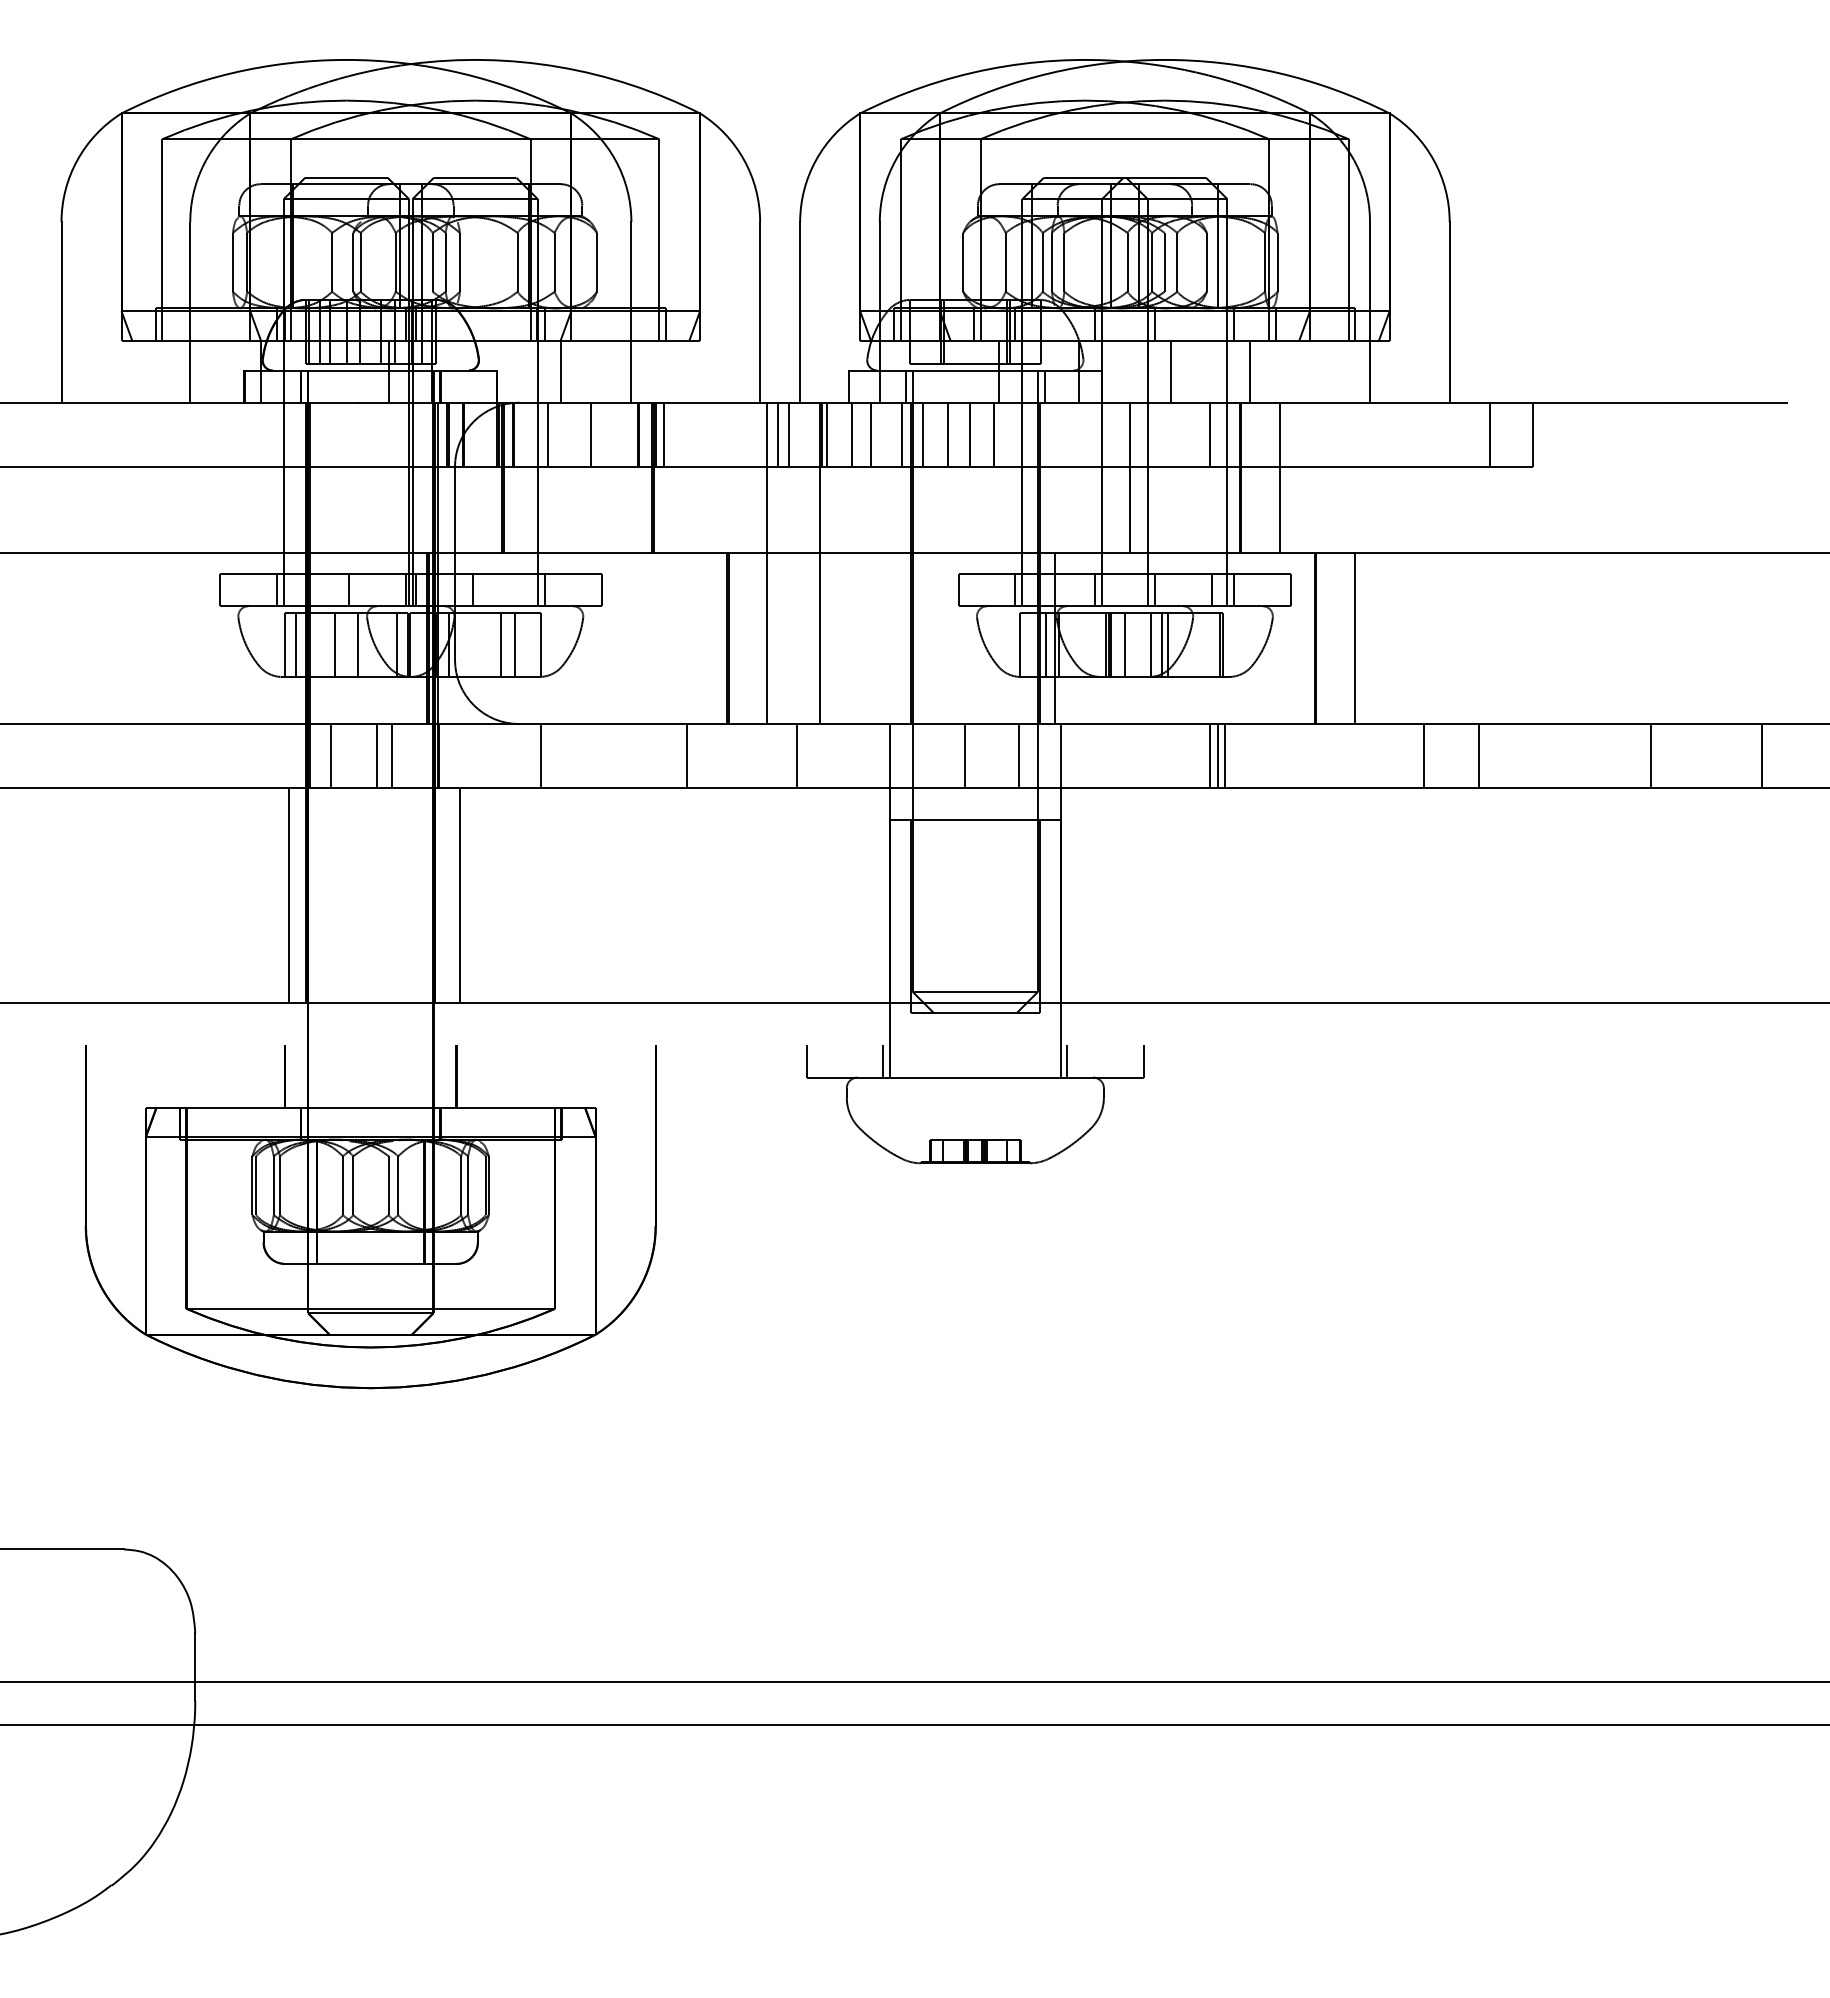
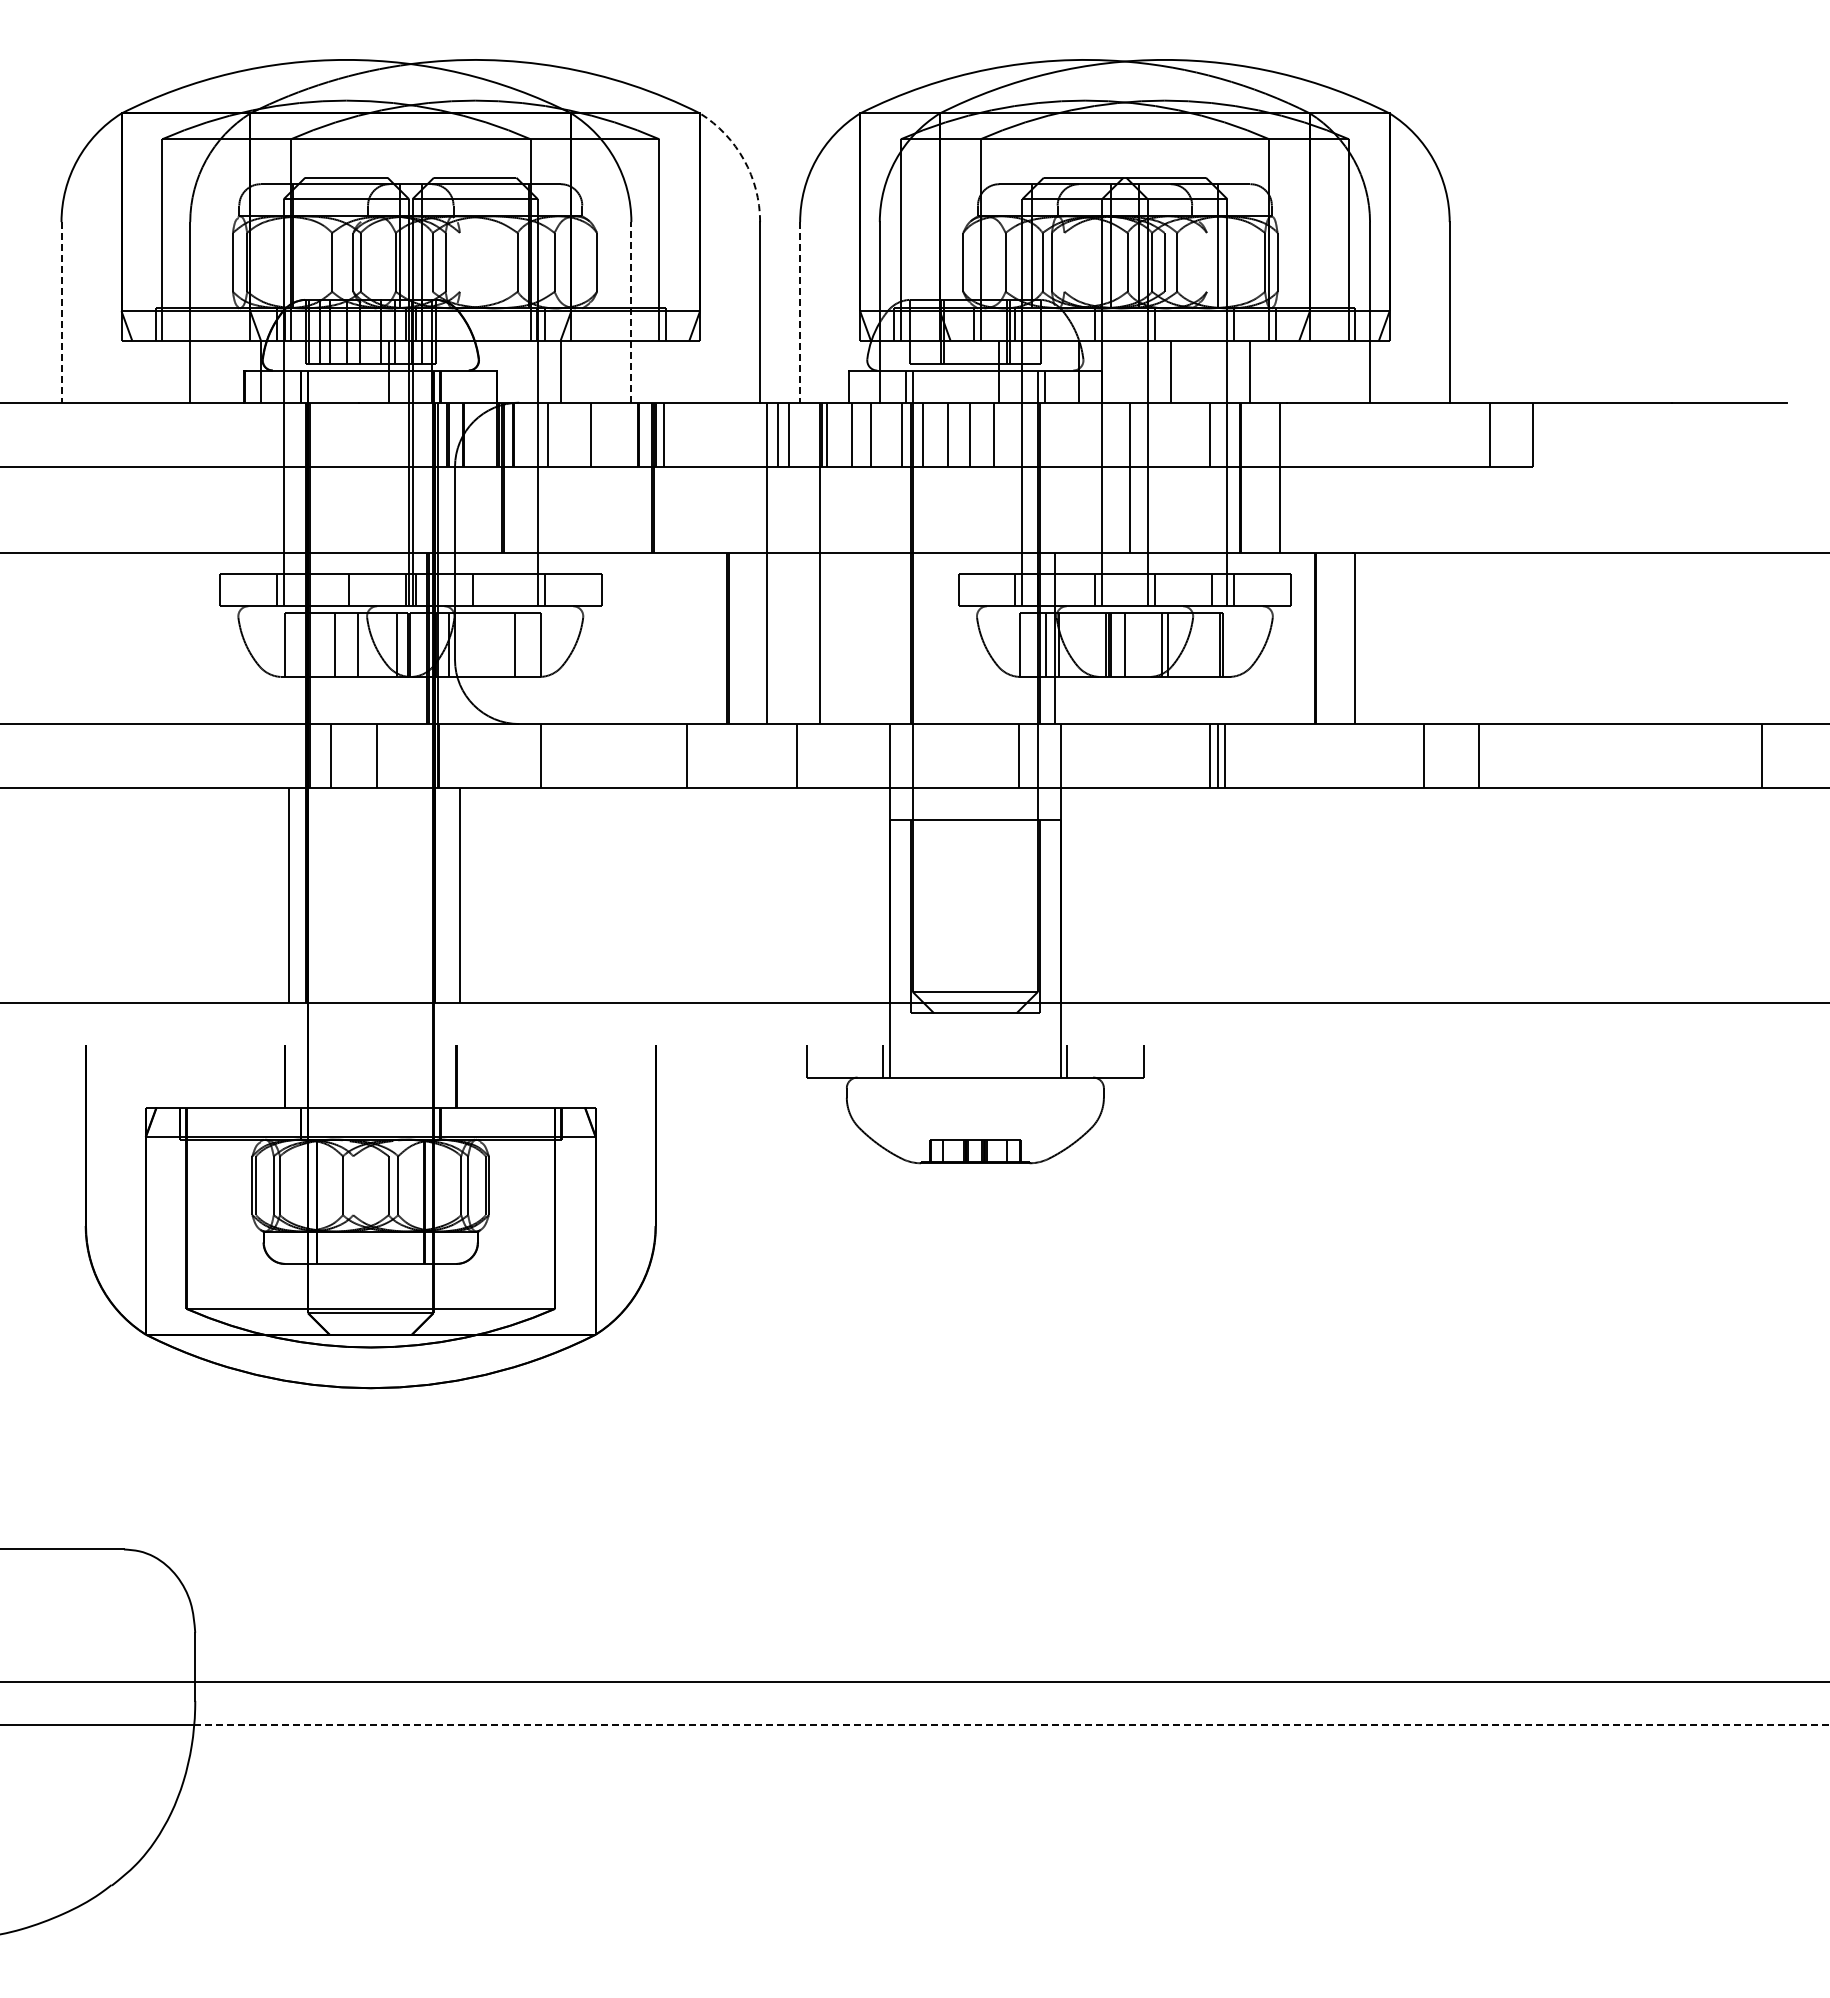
arc at (744, 160): solid -> dashed
line at (459, 261): present -> none
line at (1064, 261): present -> none
line at (1206, 261): present -> none
line at (631, 311): solid -> dashed
line at (61, 312): solid -> dashed
line at (800, 312): solid -> dashed
line at (295, 644): present -> none
line at (501, 644): present -> none
line at (1150, 644): present -> none
line at (391, 756): present -> none
line at (964, 756): present -> none
line at (1651, 756): present -> none
line at (353, 1185): present -> none
line at (1011, 1724): solid -> dashed
